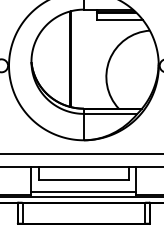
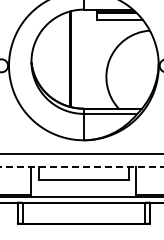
line at (81, 167): solid -> dashed
line at (83, 191): present -> none
